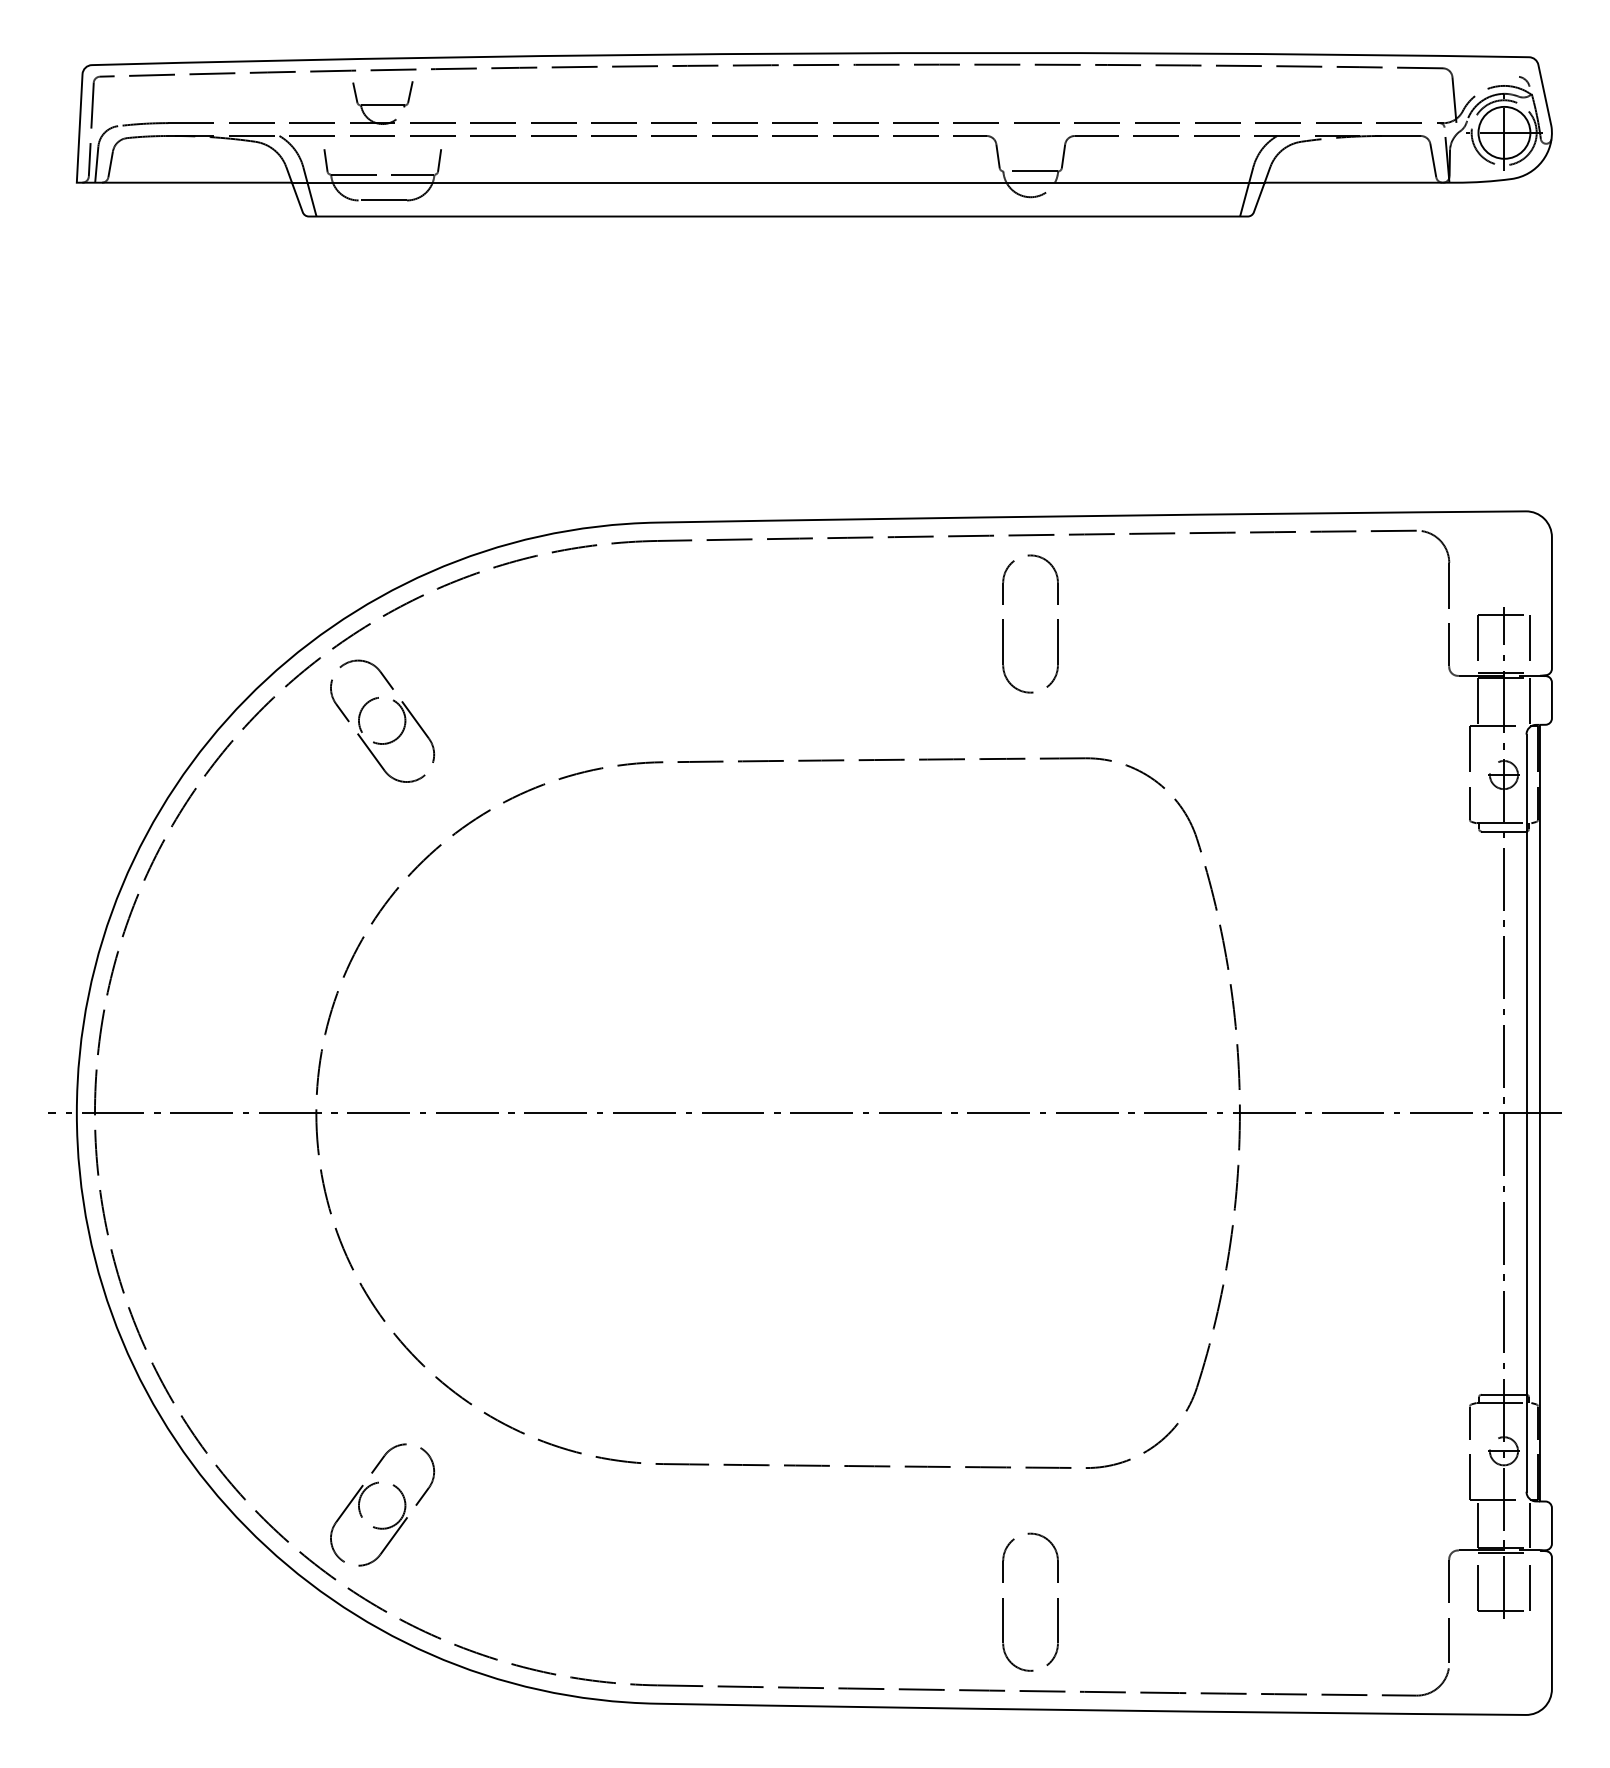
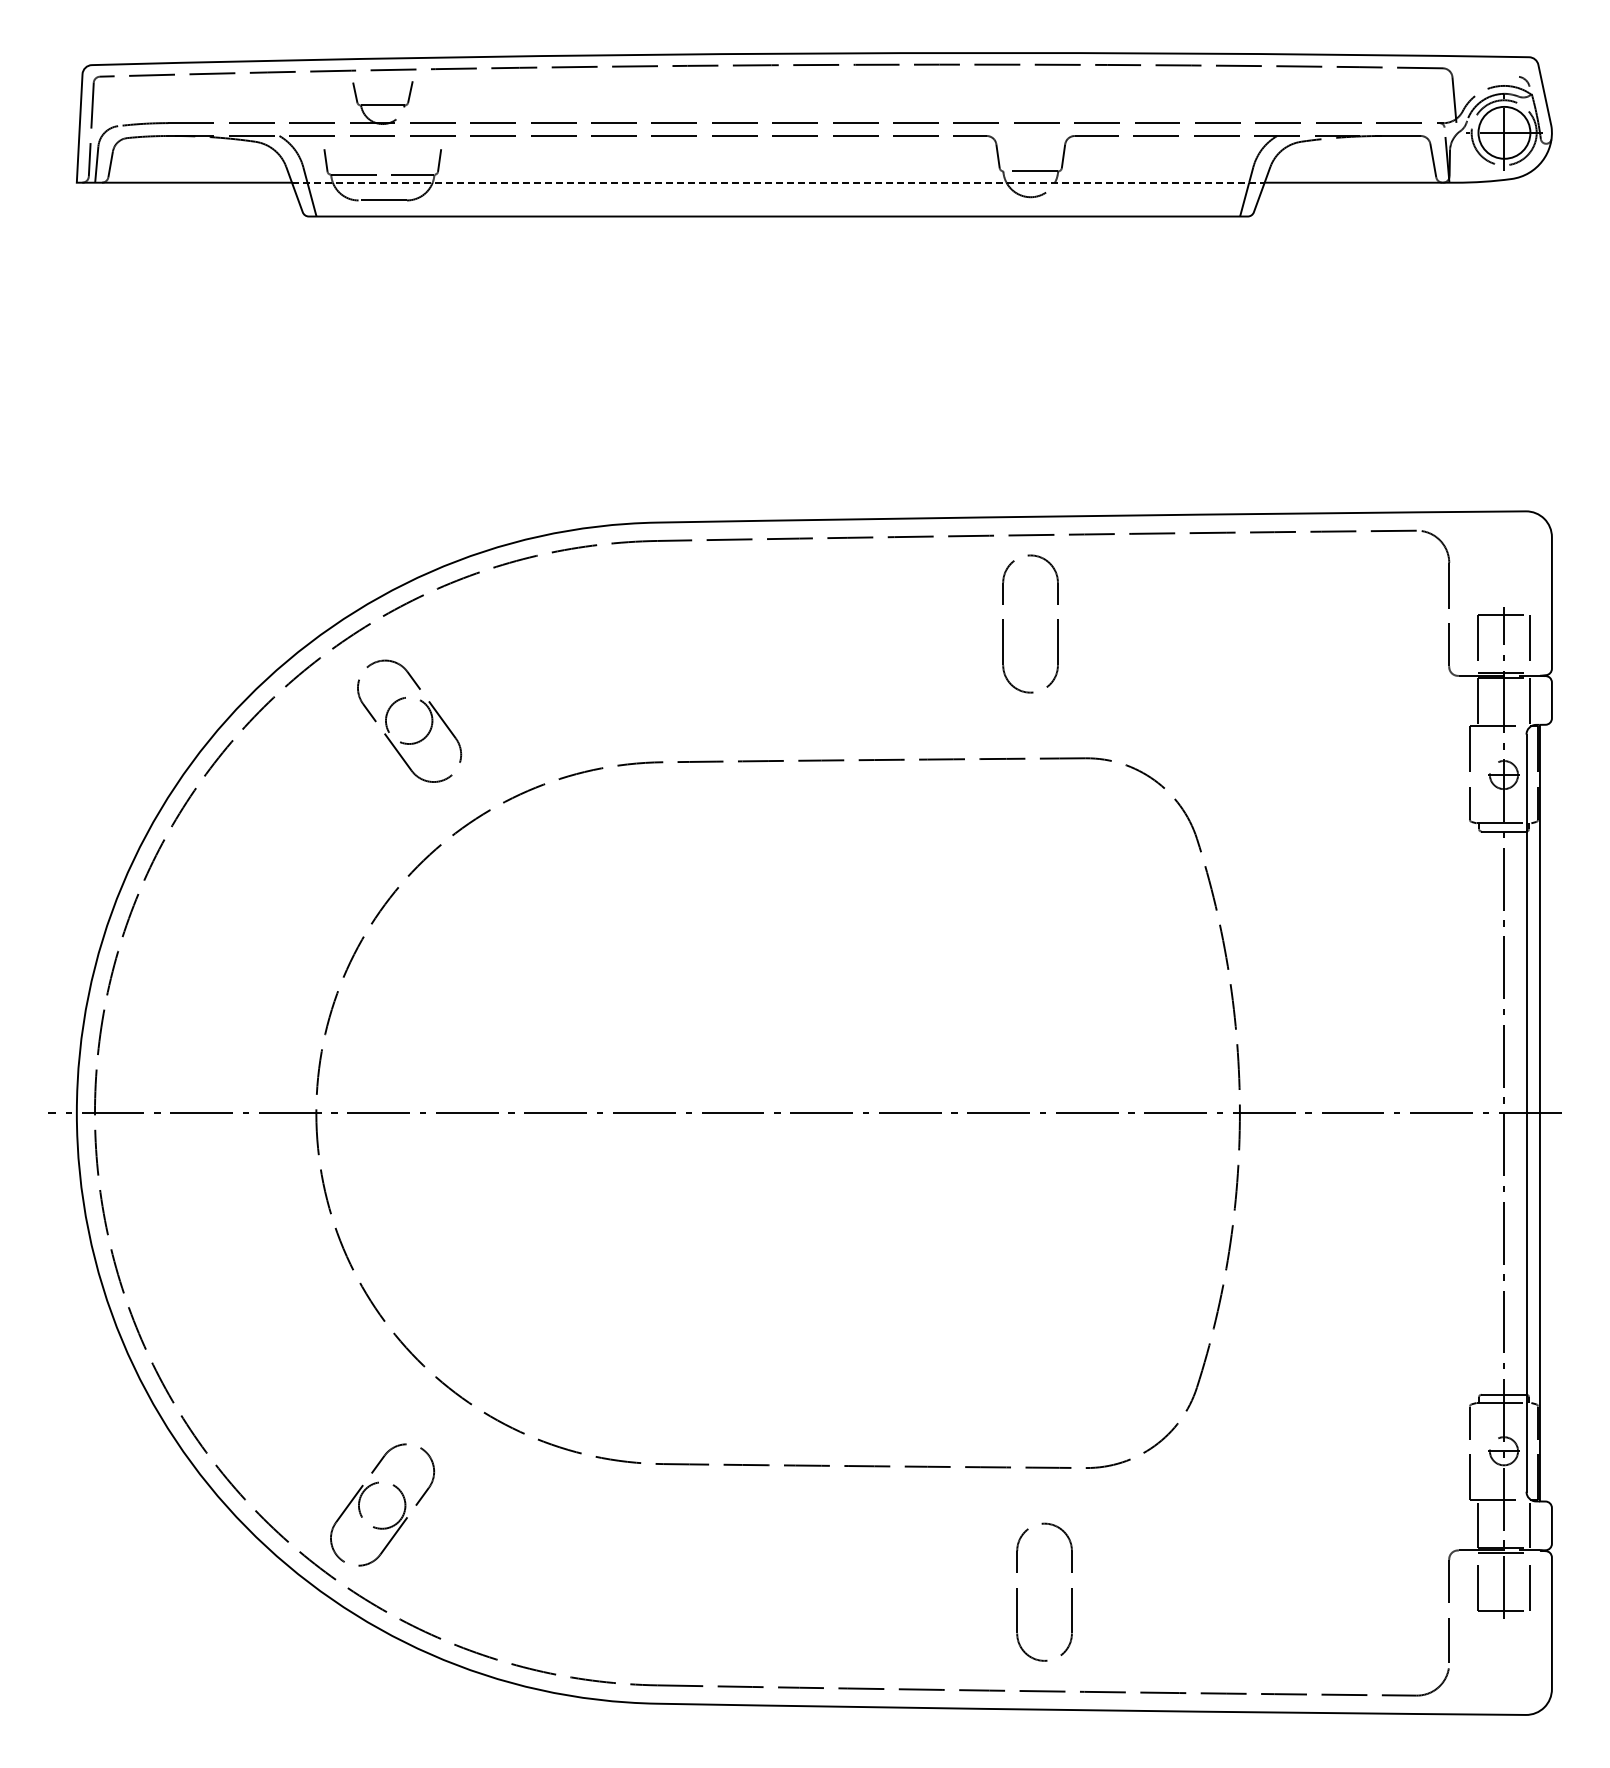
line at (778, 182): solid -> dashed
part at (402, 712) position: (402, 712) -> (429, 712)
part at (1003, 1601) position: (1003, 1601) -> (1017, 1591)
